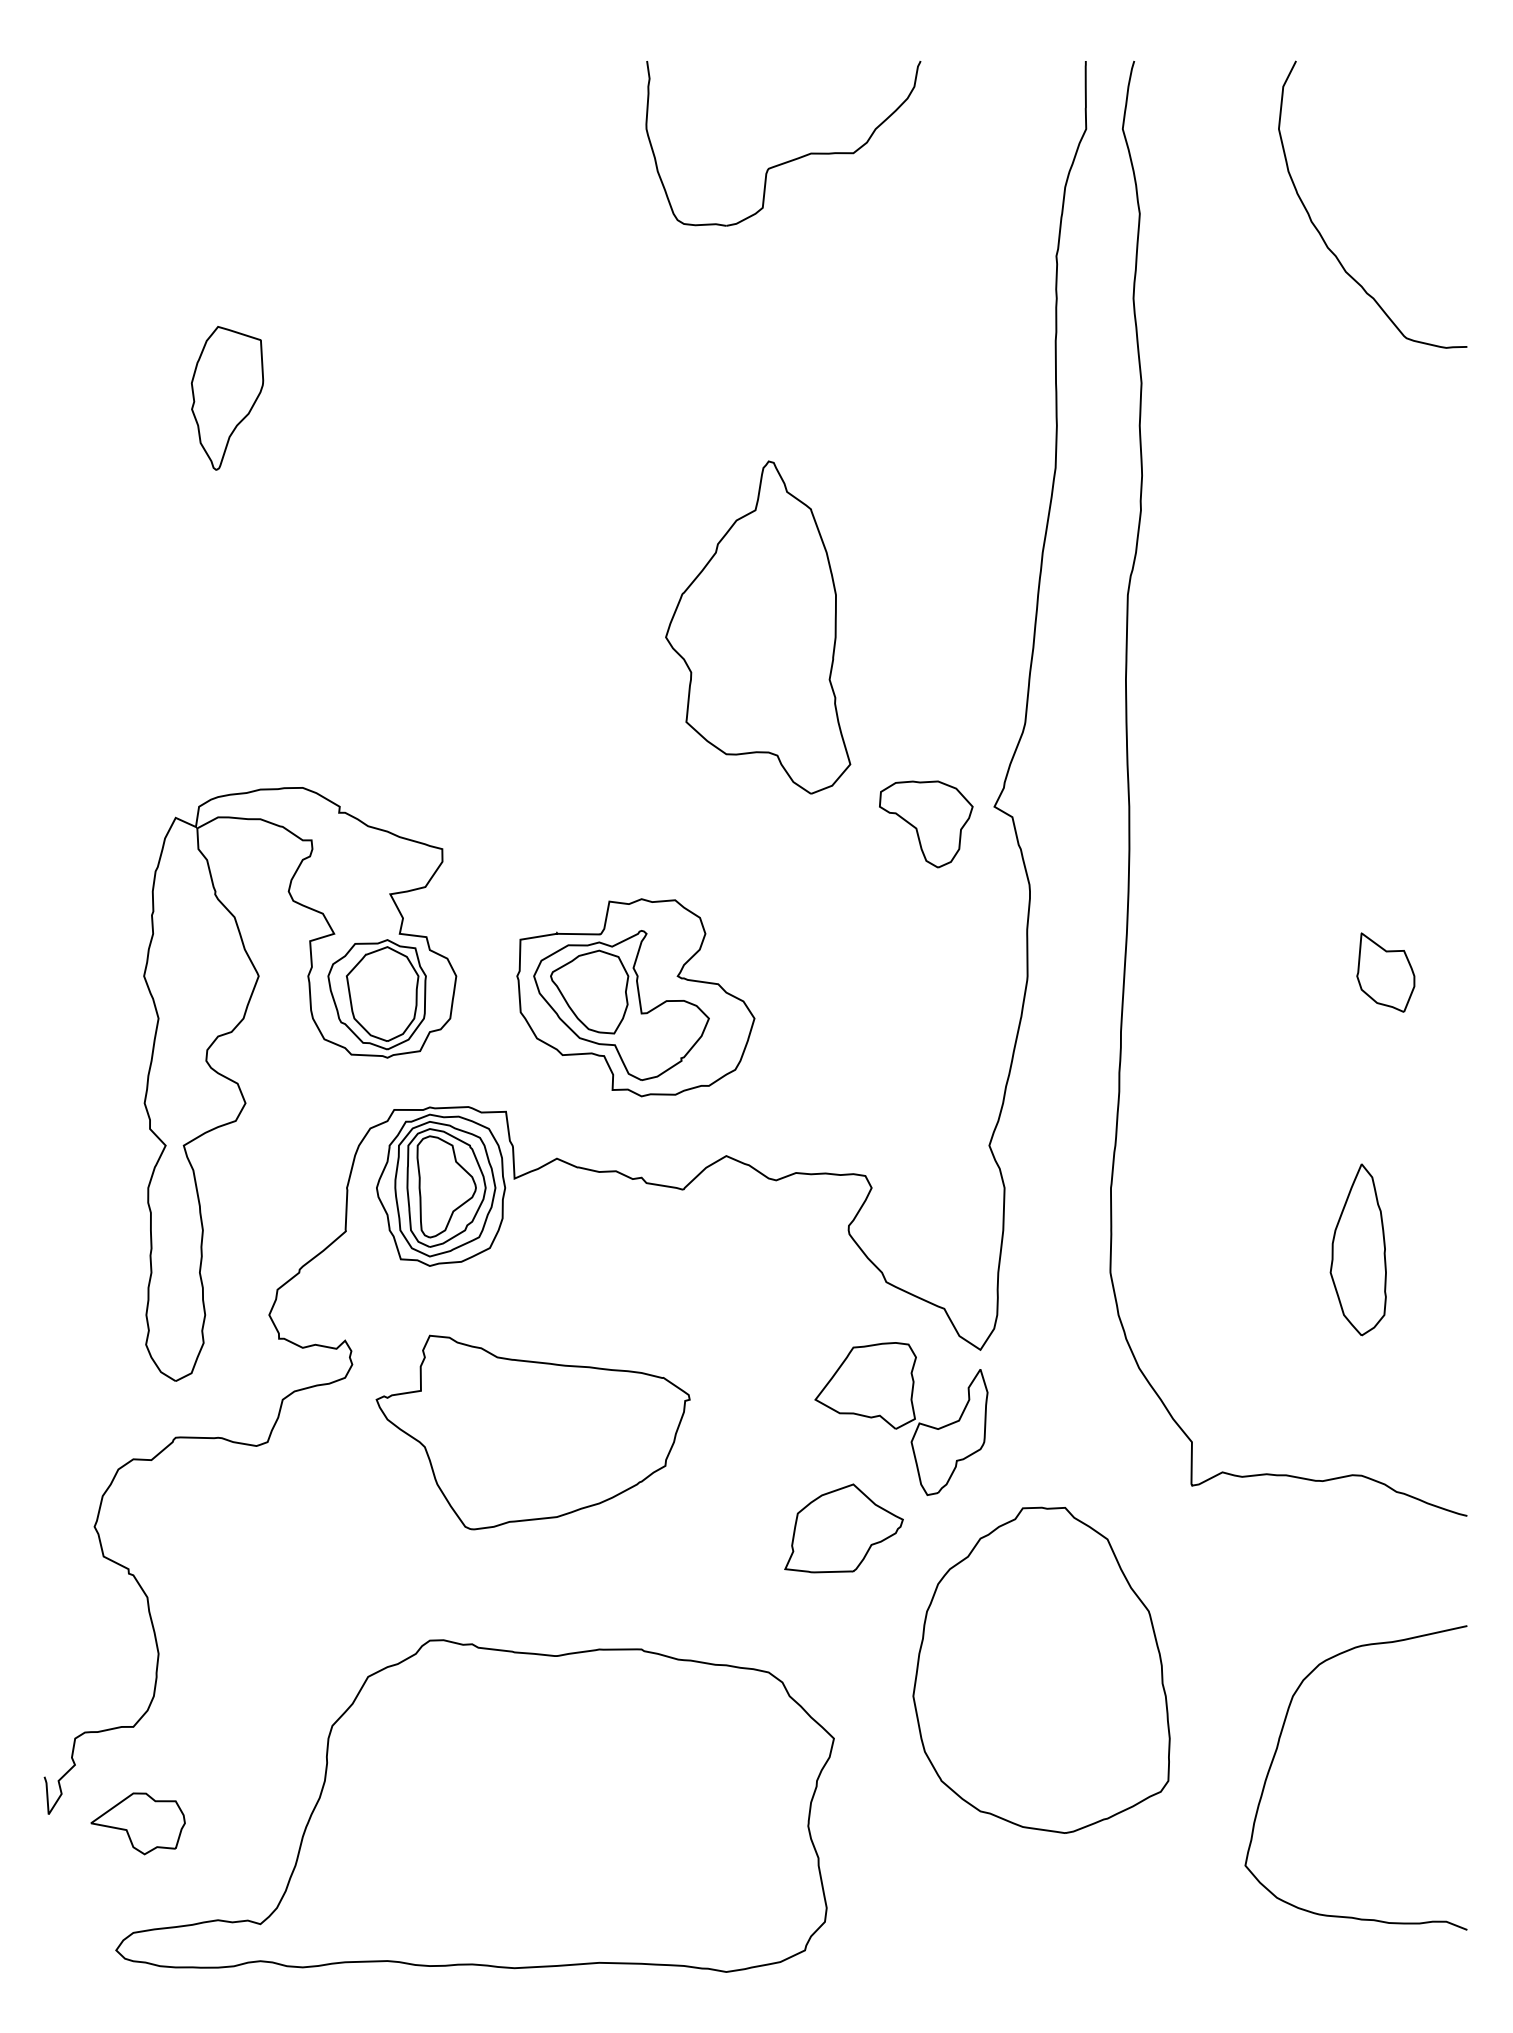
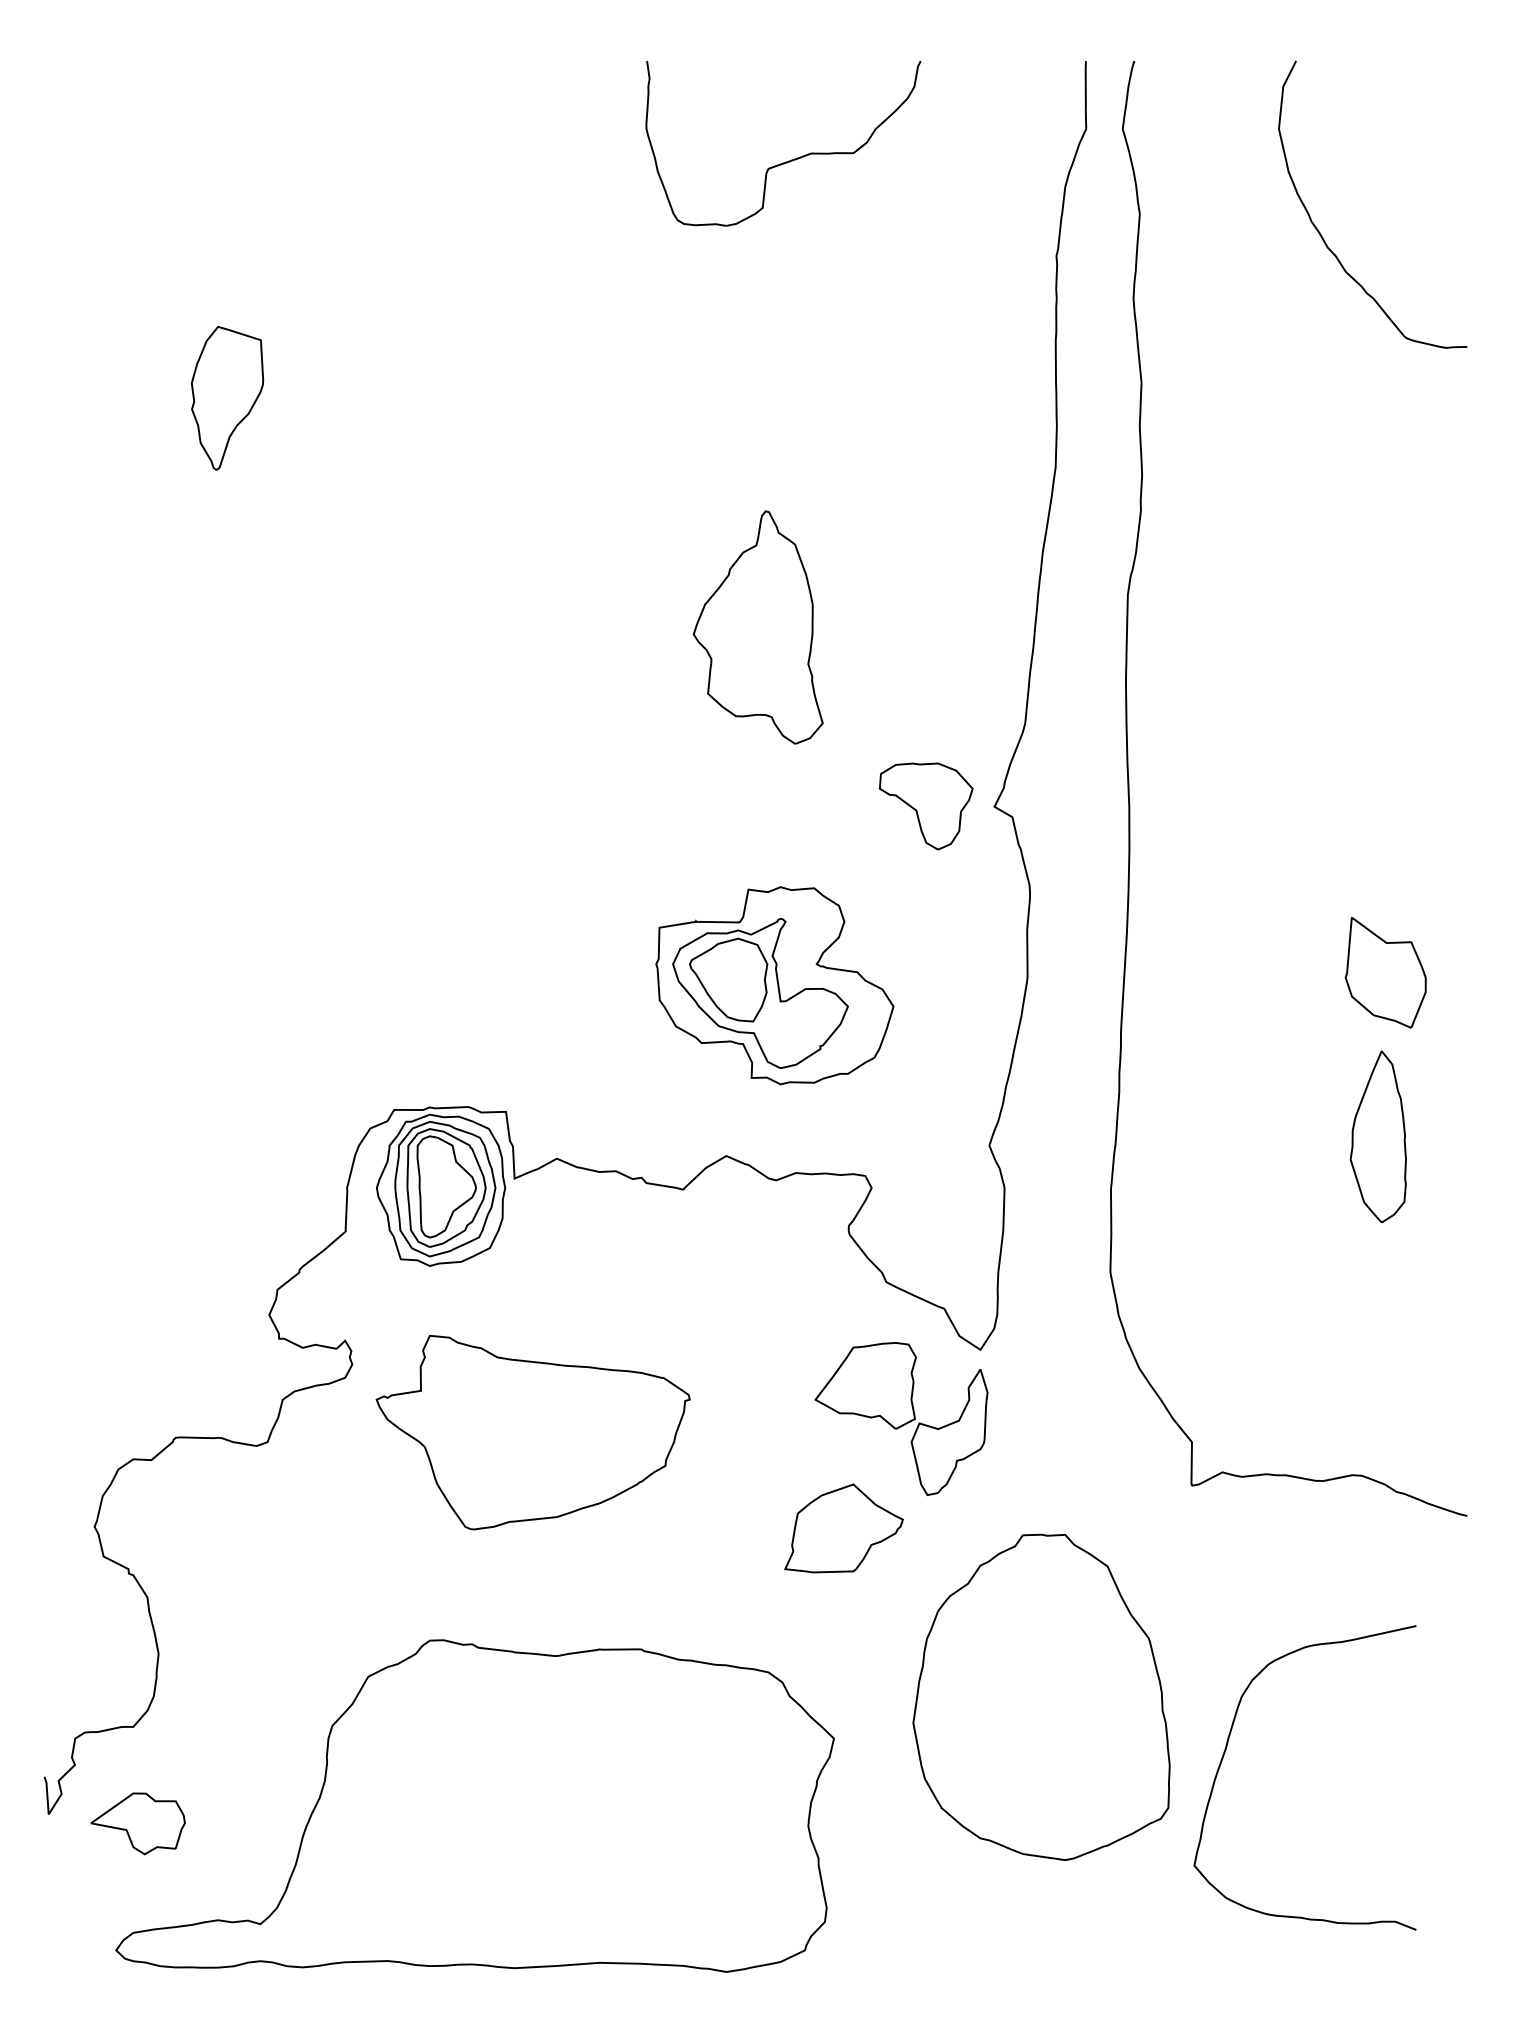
part at (758, 627) size: 187x335 px -> 132x235 px
part at (926, 824) position: (926, 824) -> (926, 806)
part at (1385, 972) size: 60x81 px -> 83x113 px
part at (635, 997) position: (635, 997) -> (774, 985)
part at (324, 1040): present -> none
part at (1357, 1249) position: (1357, 1249) -> (1377, 1136)
part at (1041, 1669) position: (1041, 1669) -> (1041, 1696)
curve at (1277, 1750) position: (1277, 1750) -> (1226, 1750)
